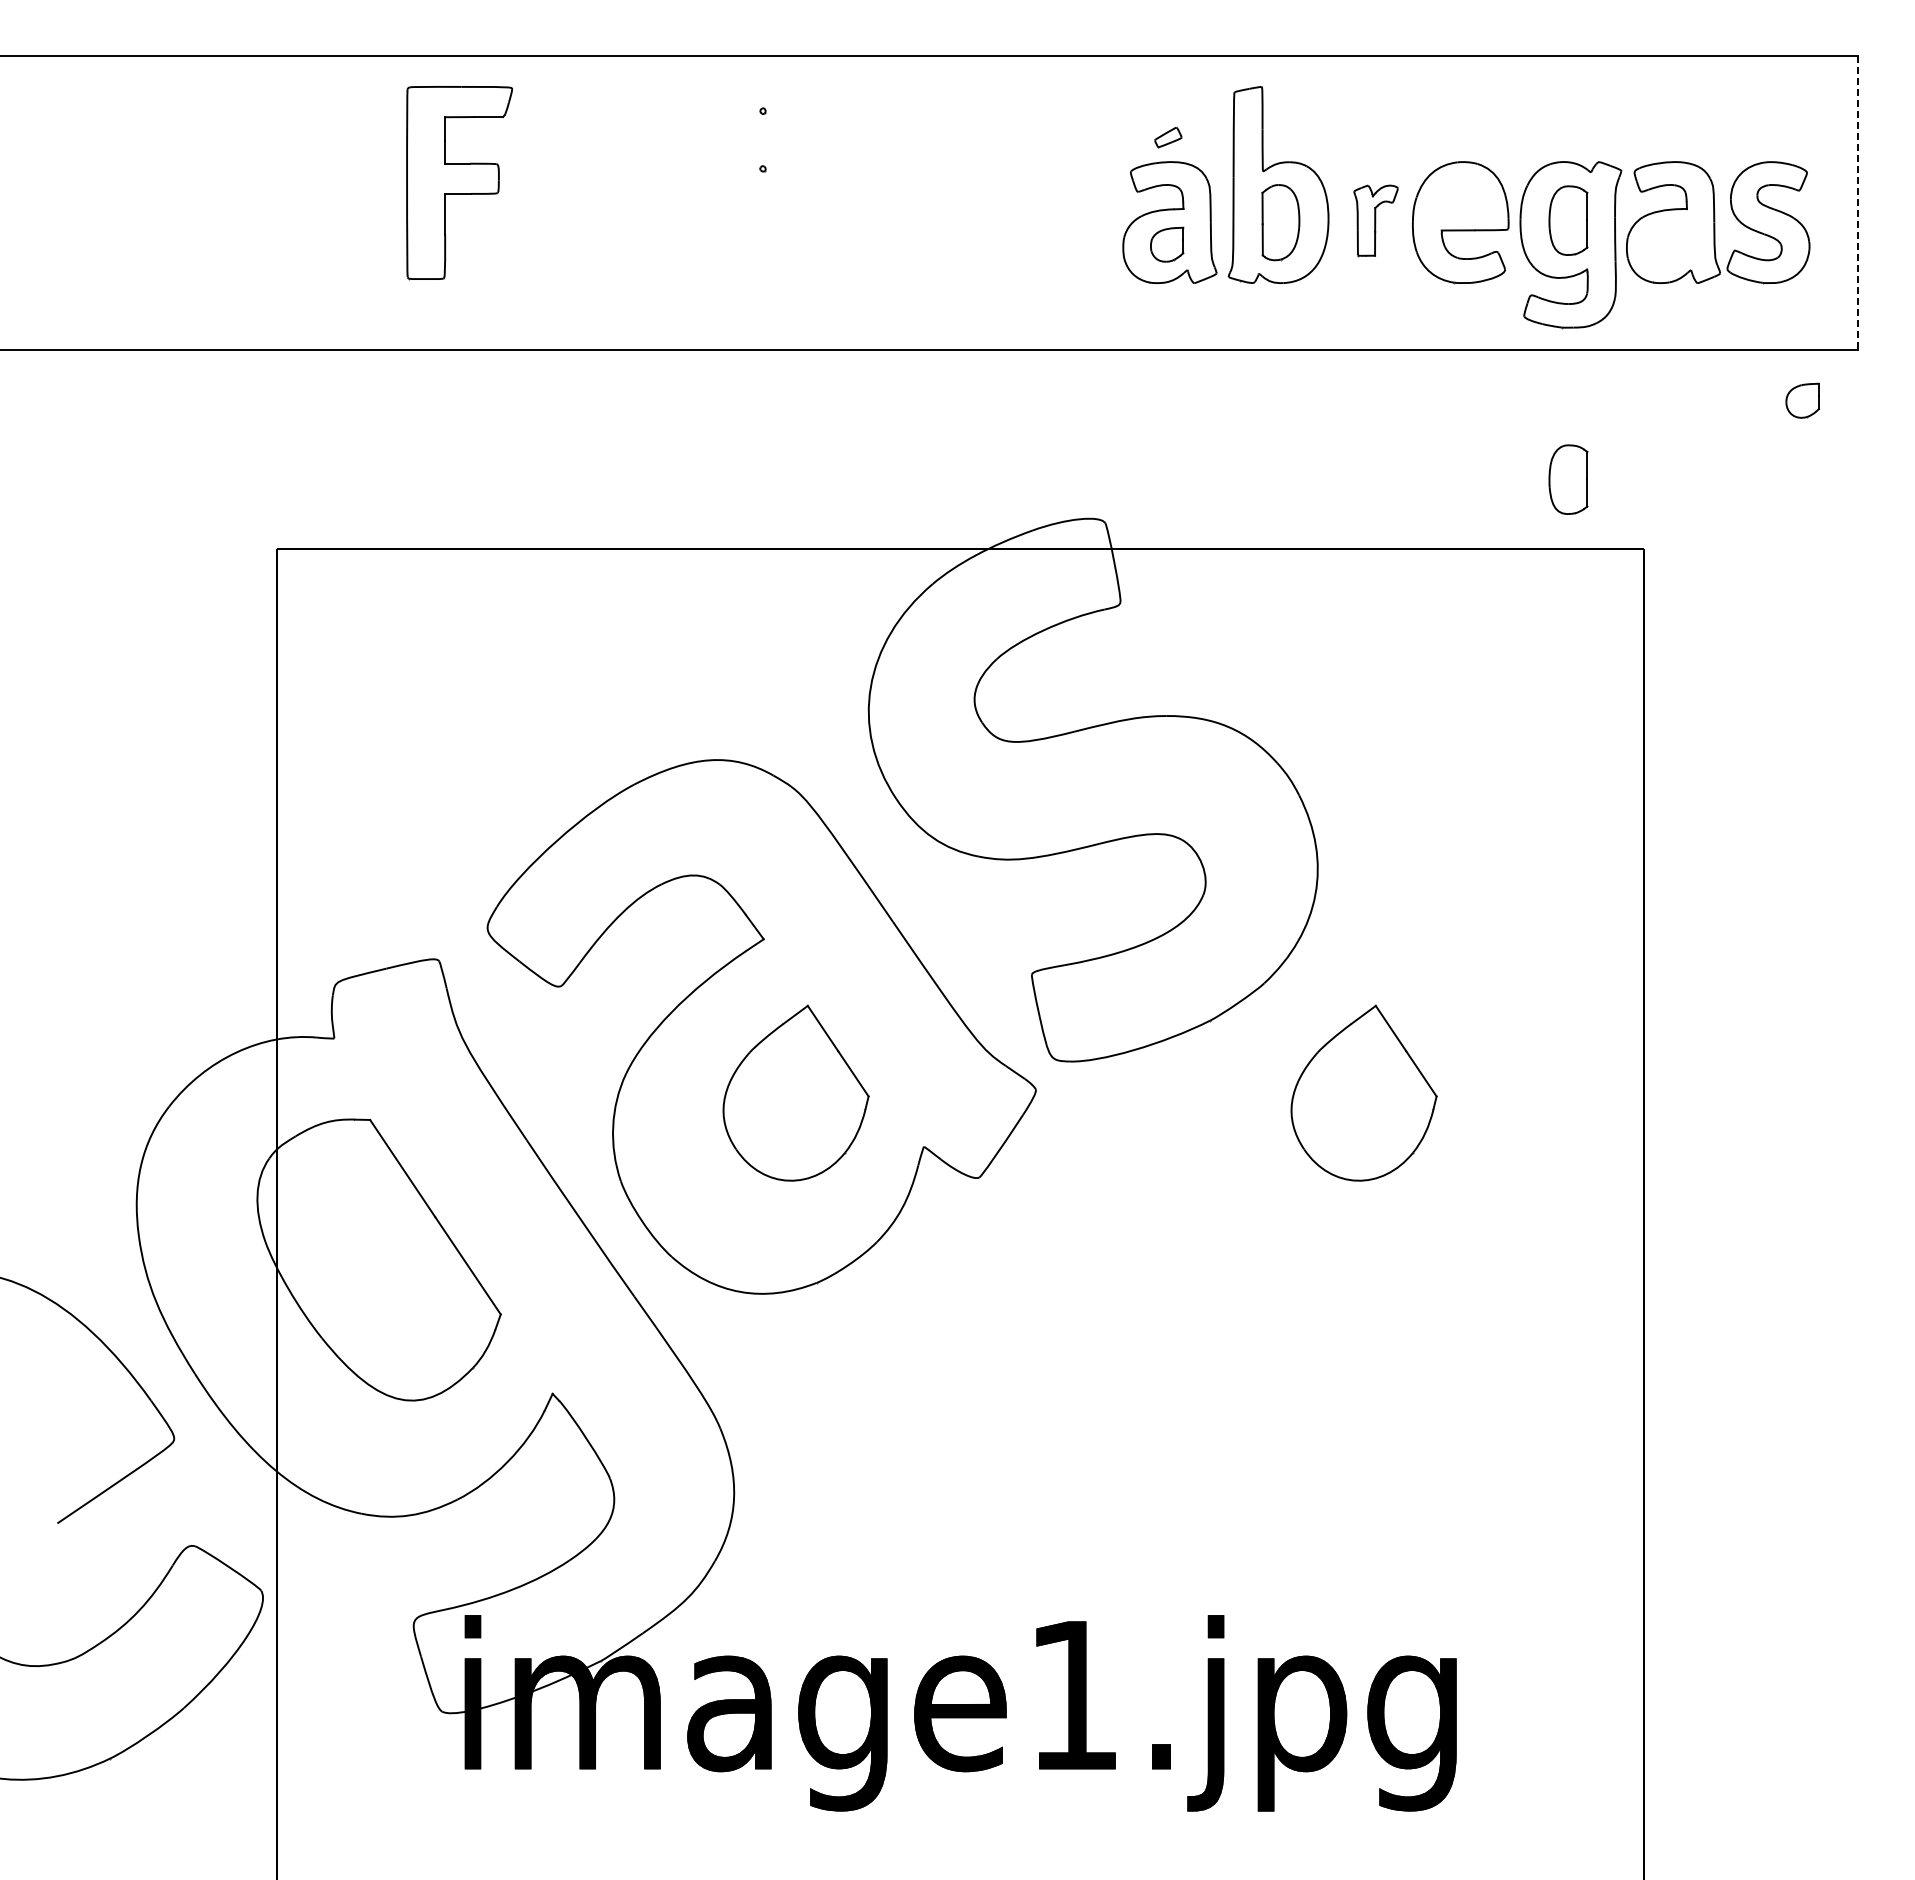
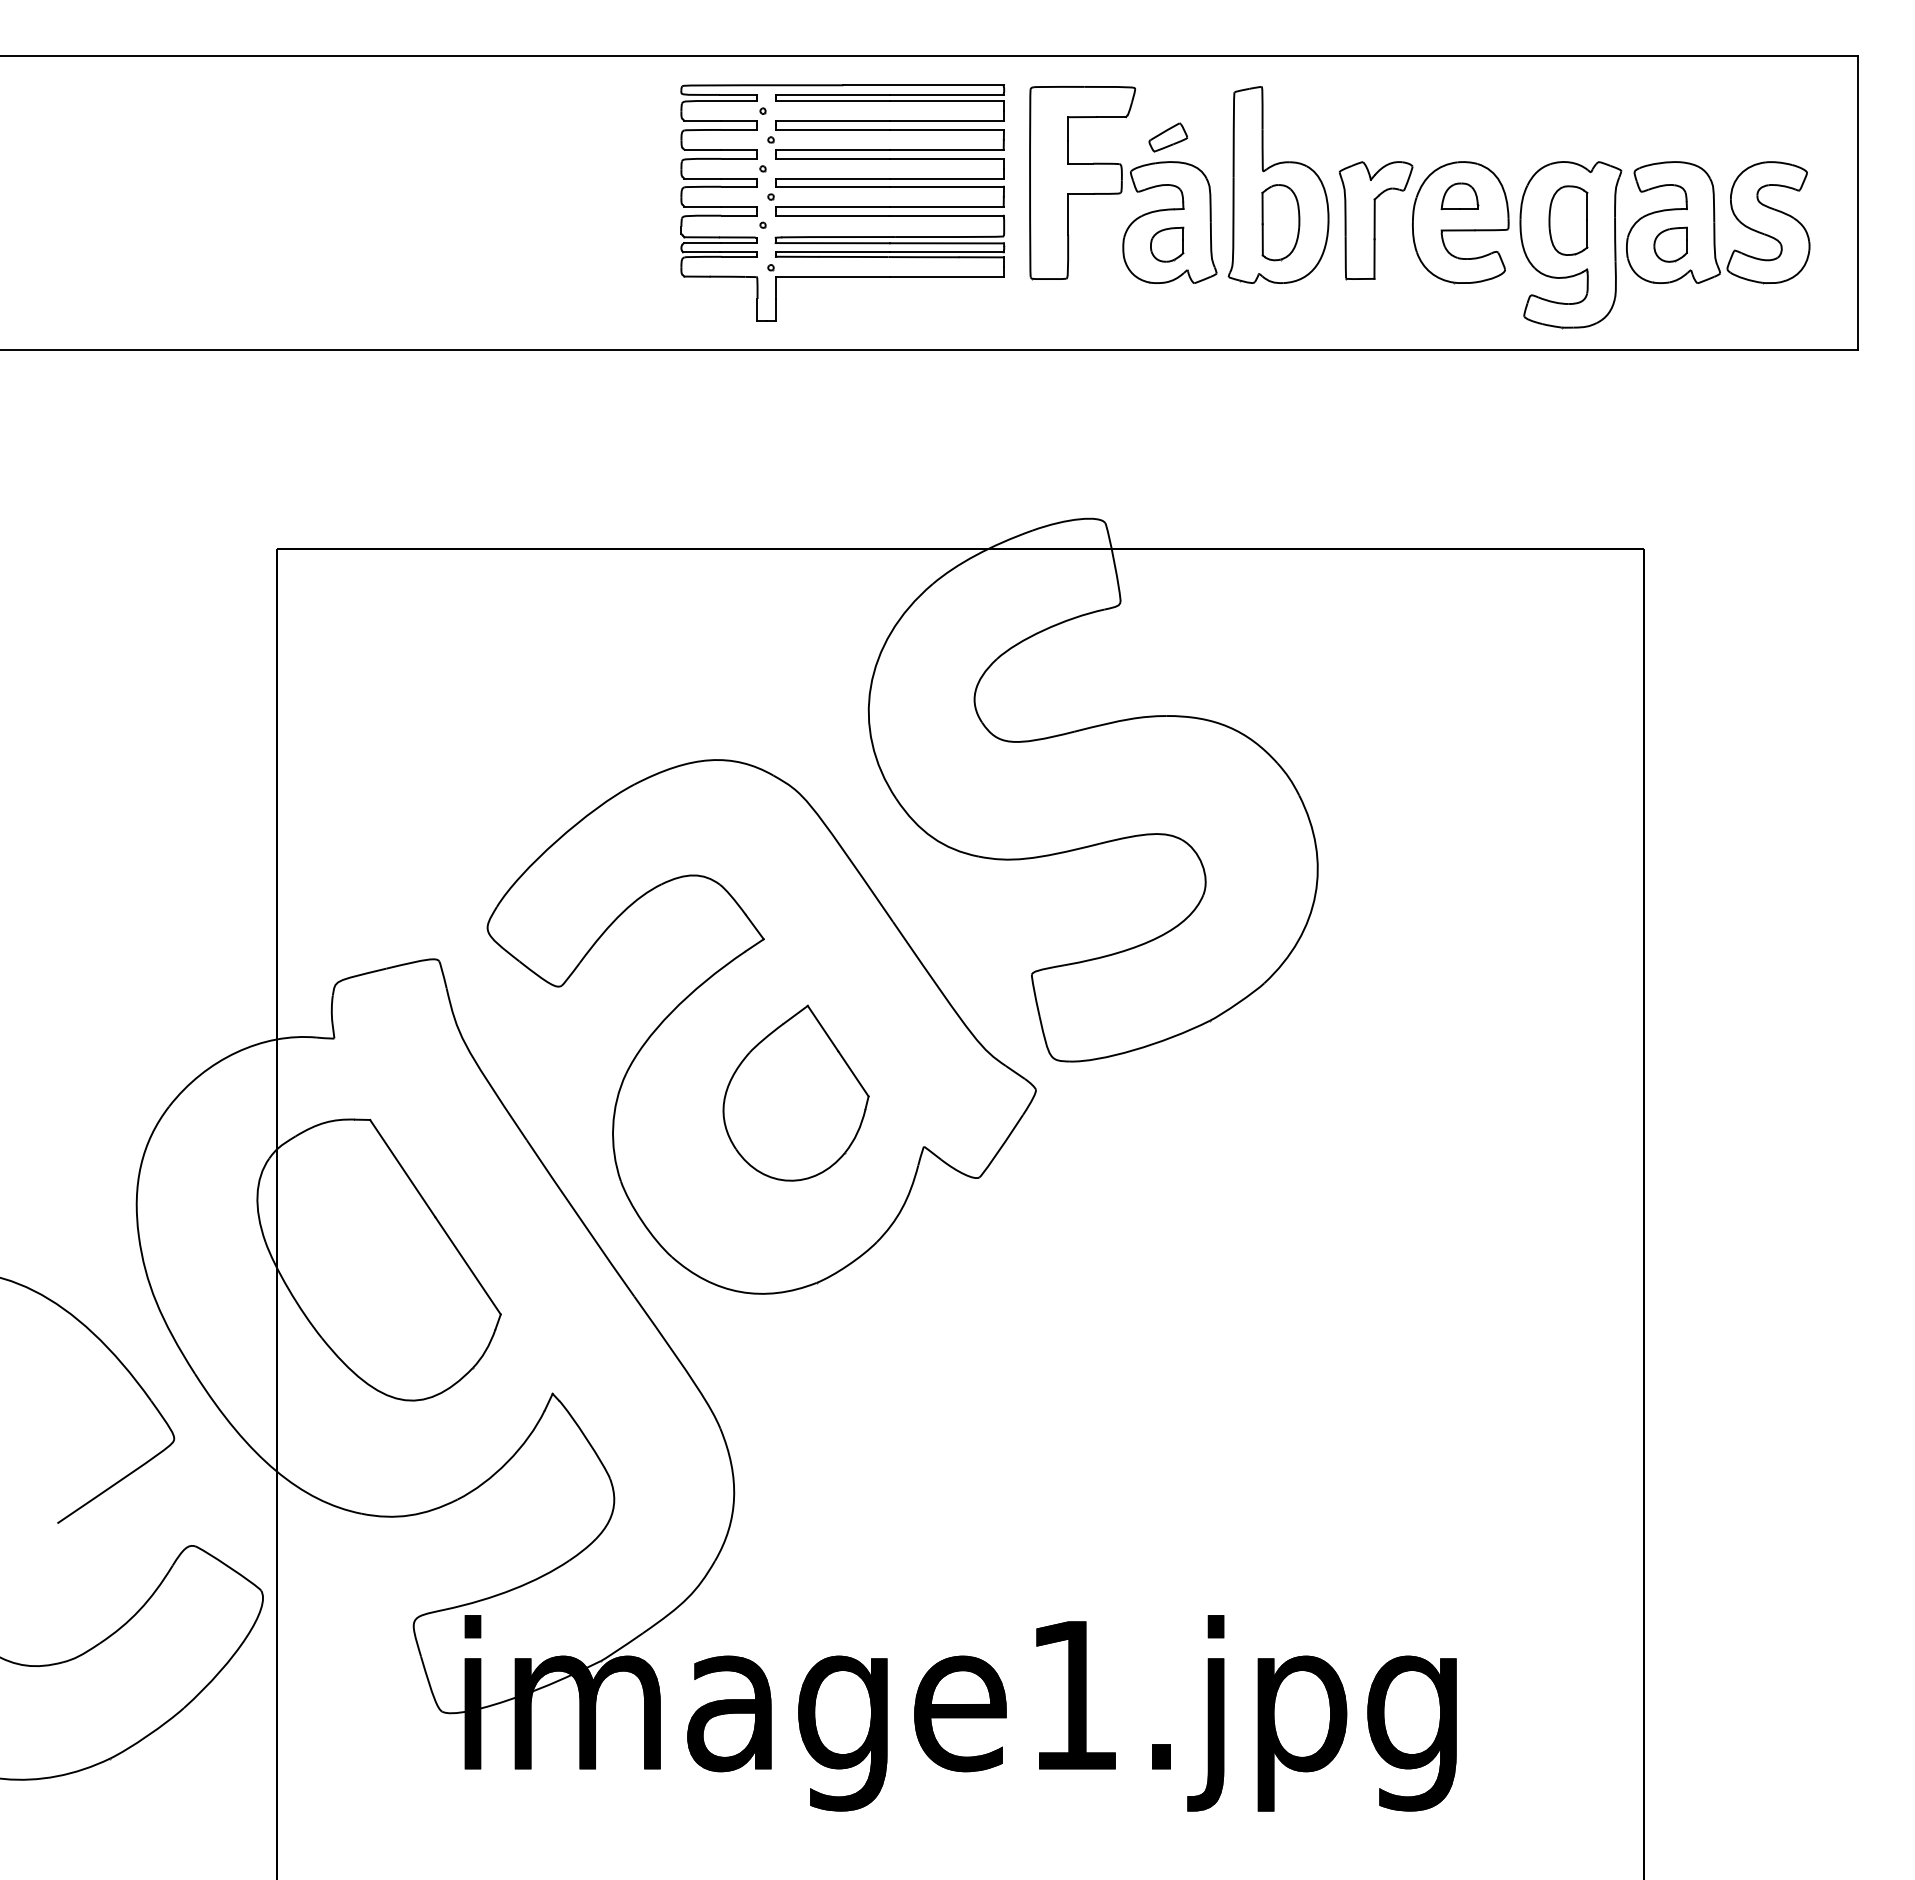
part at (1168, 137) size: 29x23 px -> 41x31 px
part at (459, 183) position: (459, 183) -> (1082, 183)
part at (1459, 195): none -> present
part at (842, 202): none -> present
line at (1857, 203): dashed -> solid
part at (1375, 220) size: 46x74 px -> 76x120 px
part at (1802, 400) position: (1802, 400) -> (1670, 244)
part at (1568, 479): present -> none
part at (1363, 1092): present -> none
